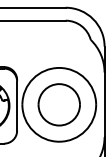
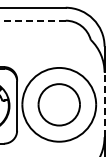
line at (32, 20): solid -> dashed
line at (104, 104): solid -> dashed
